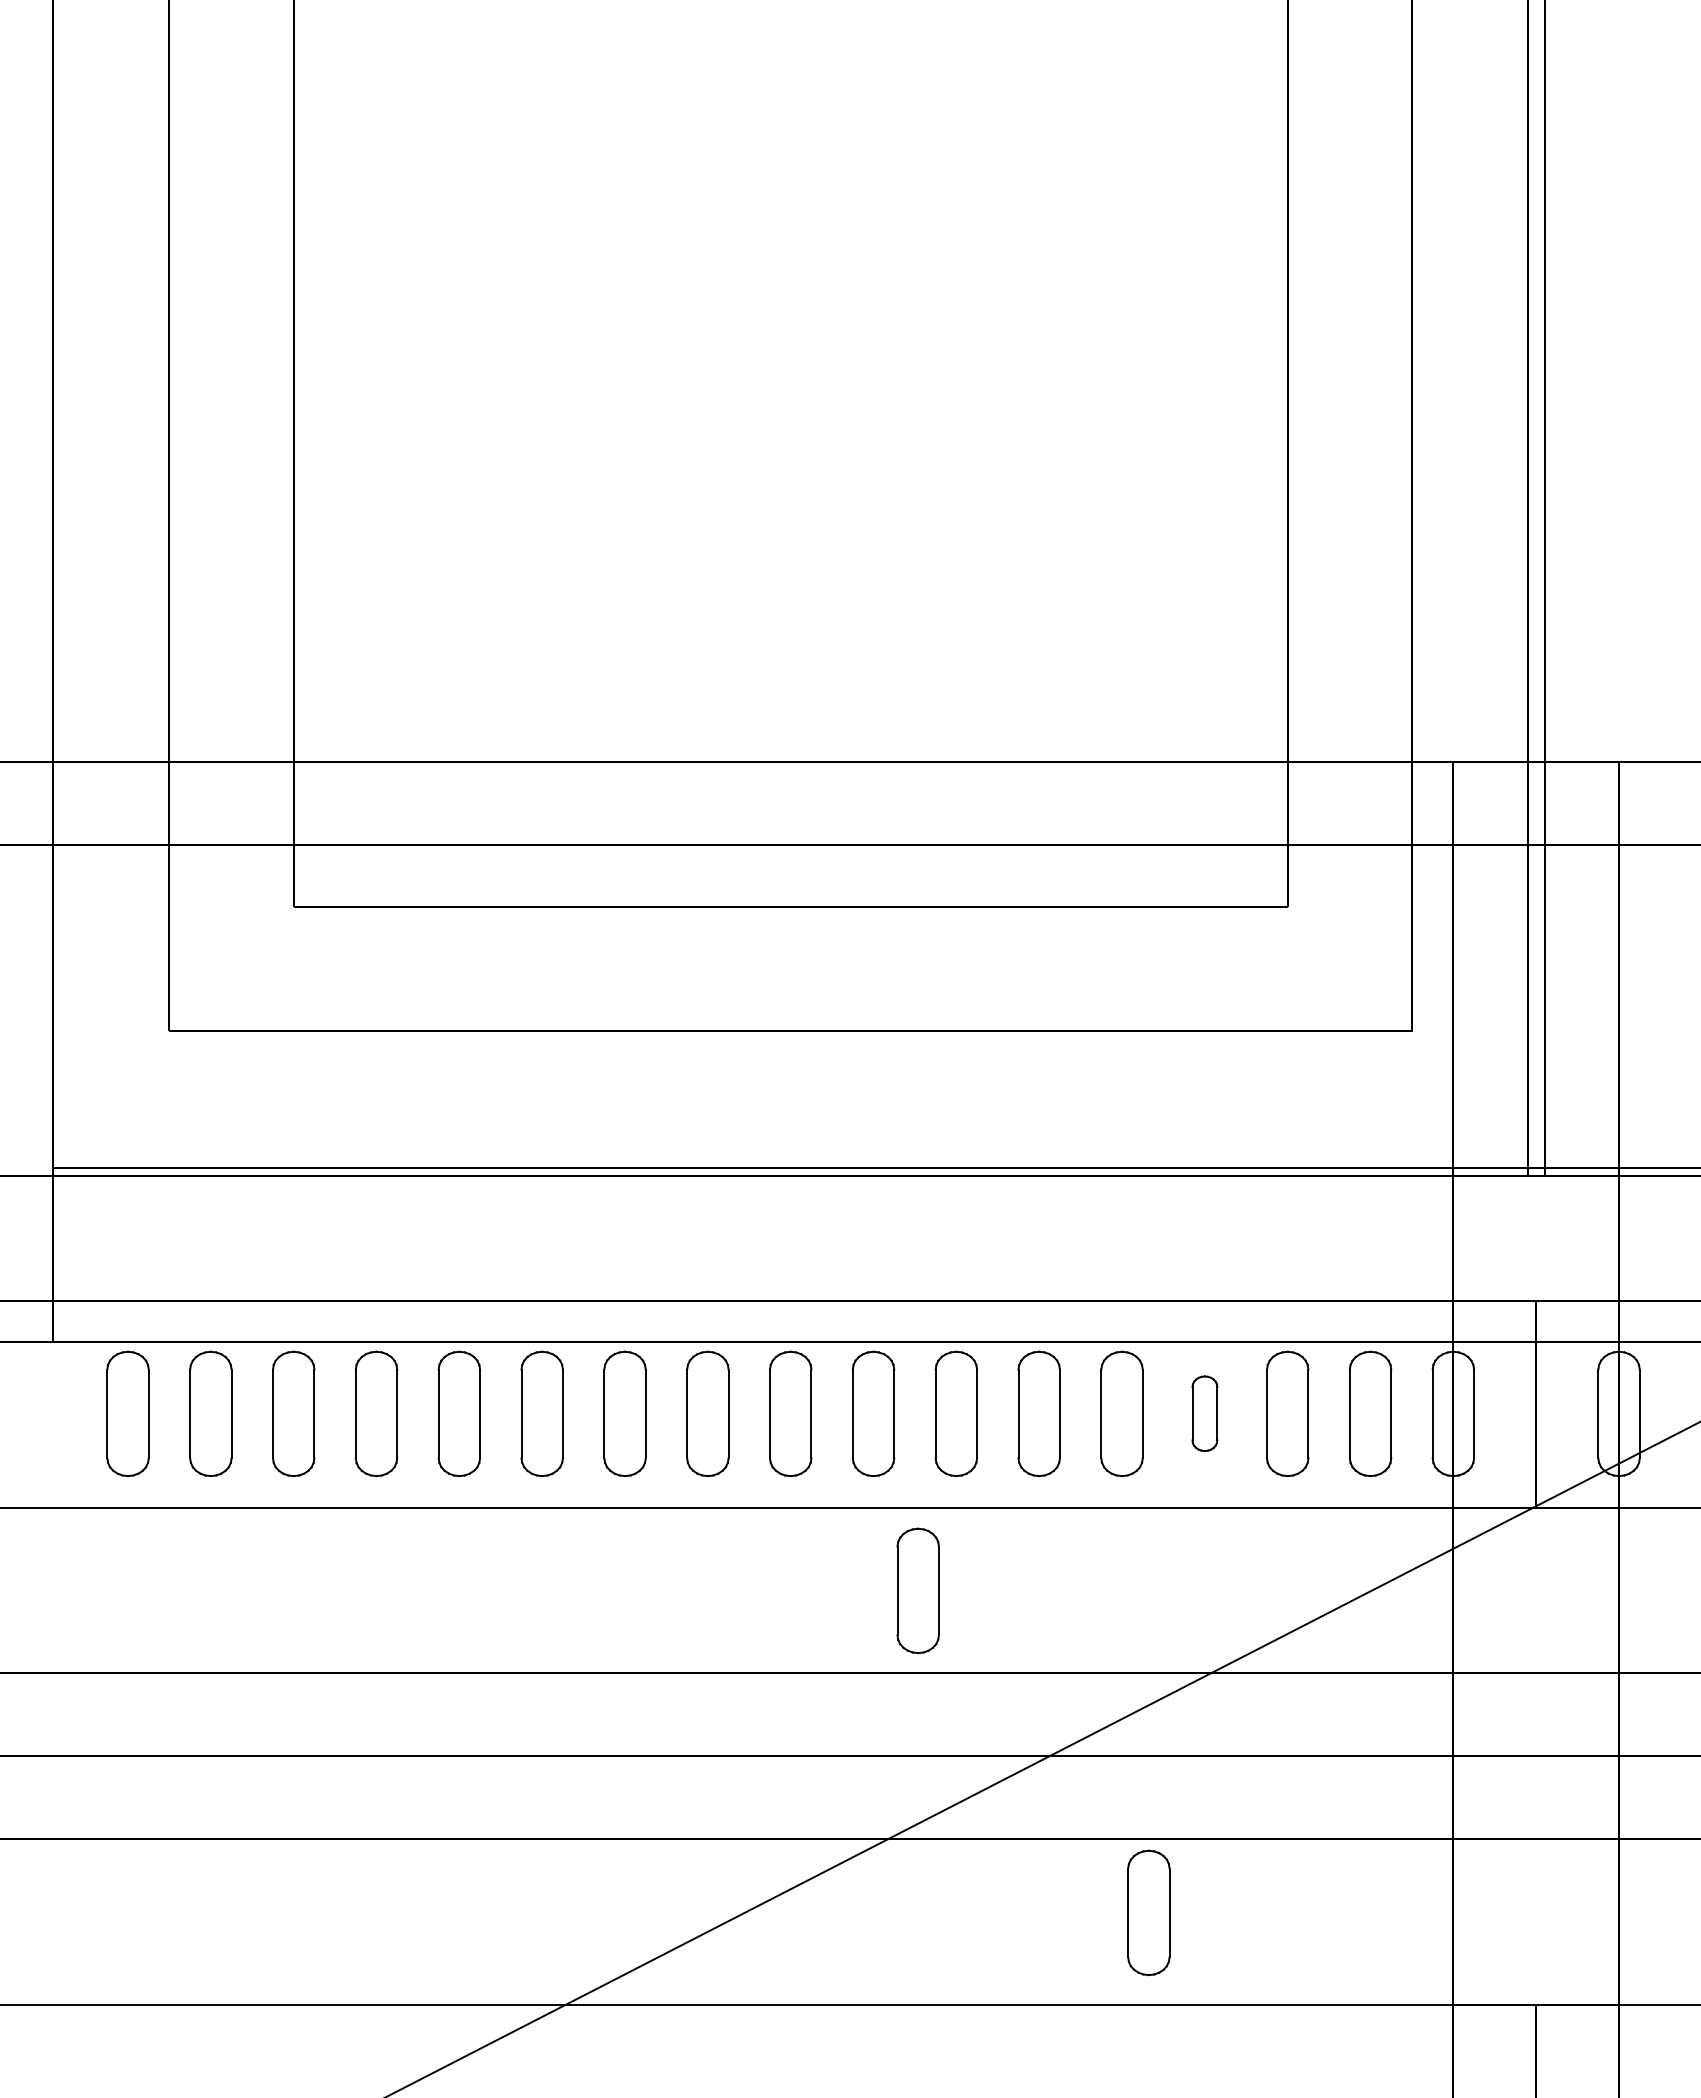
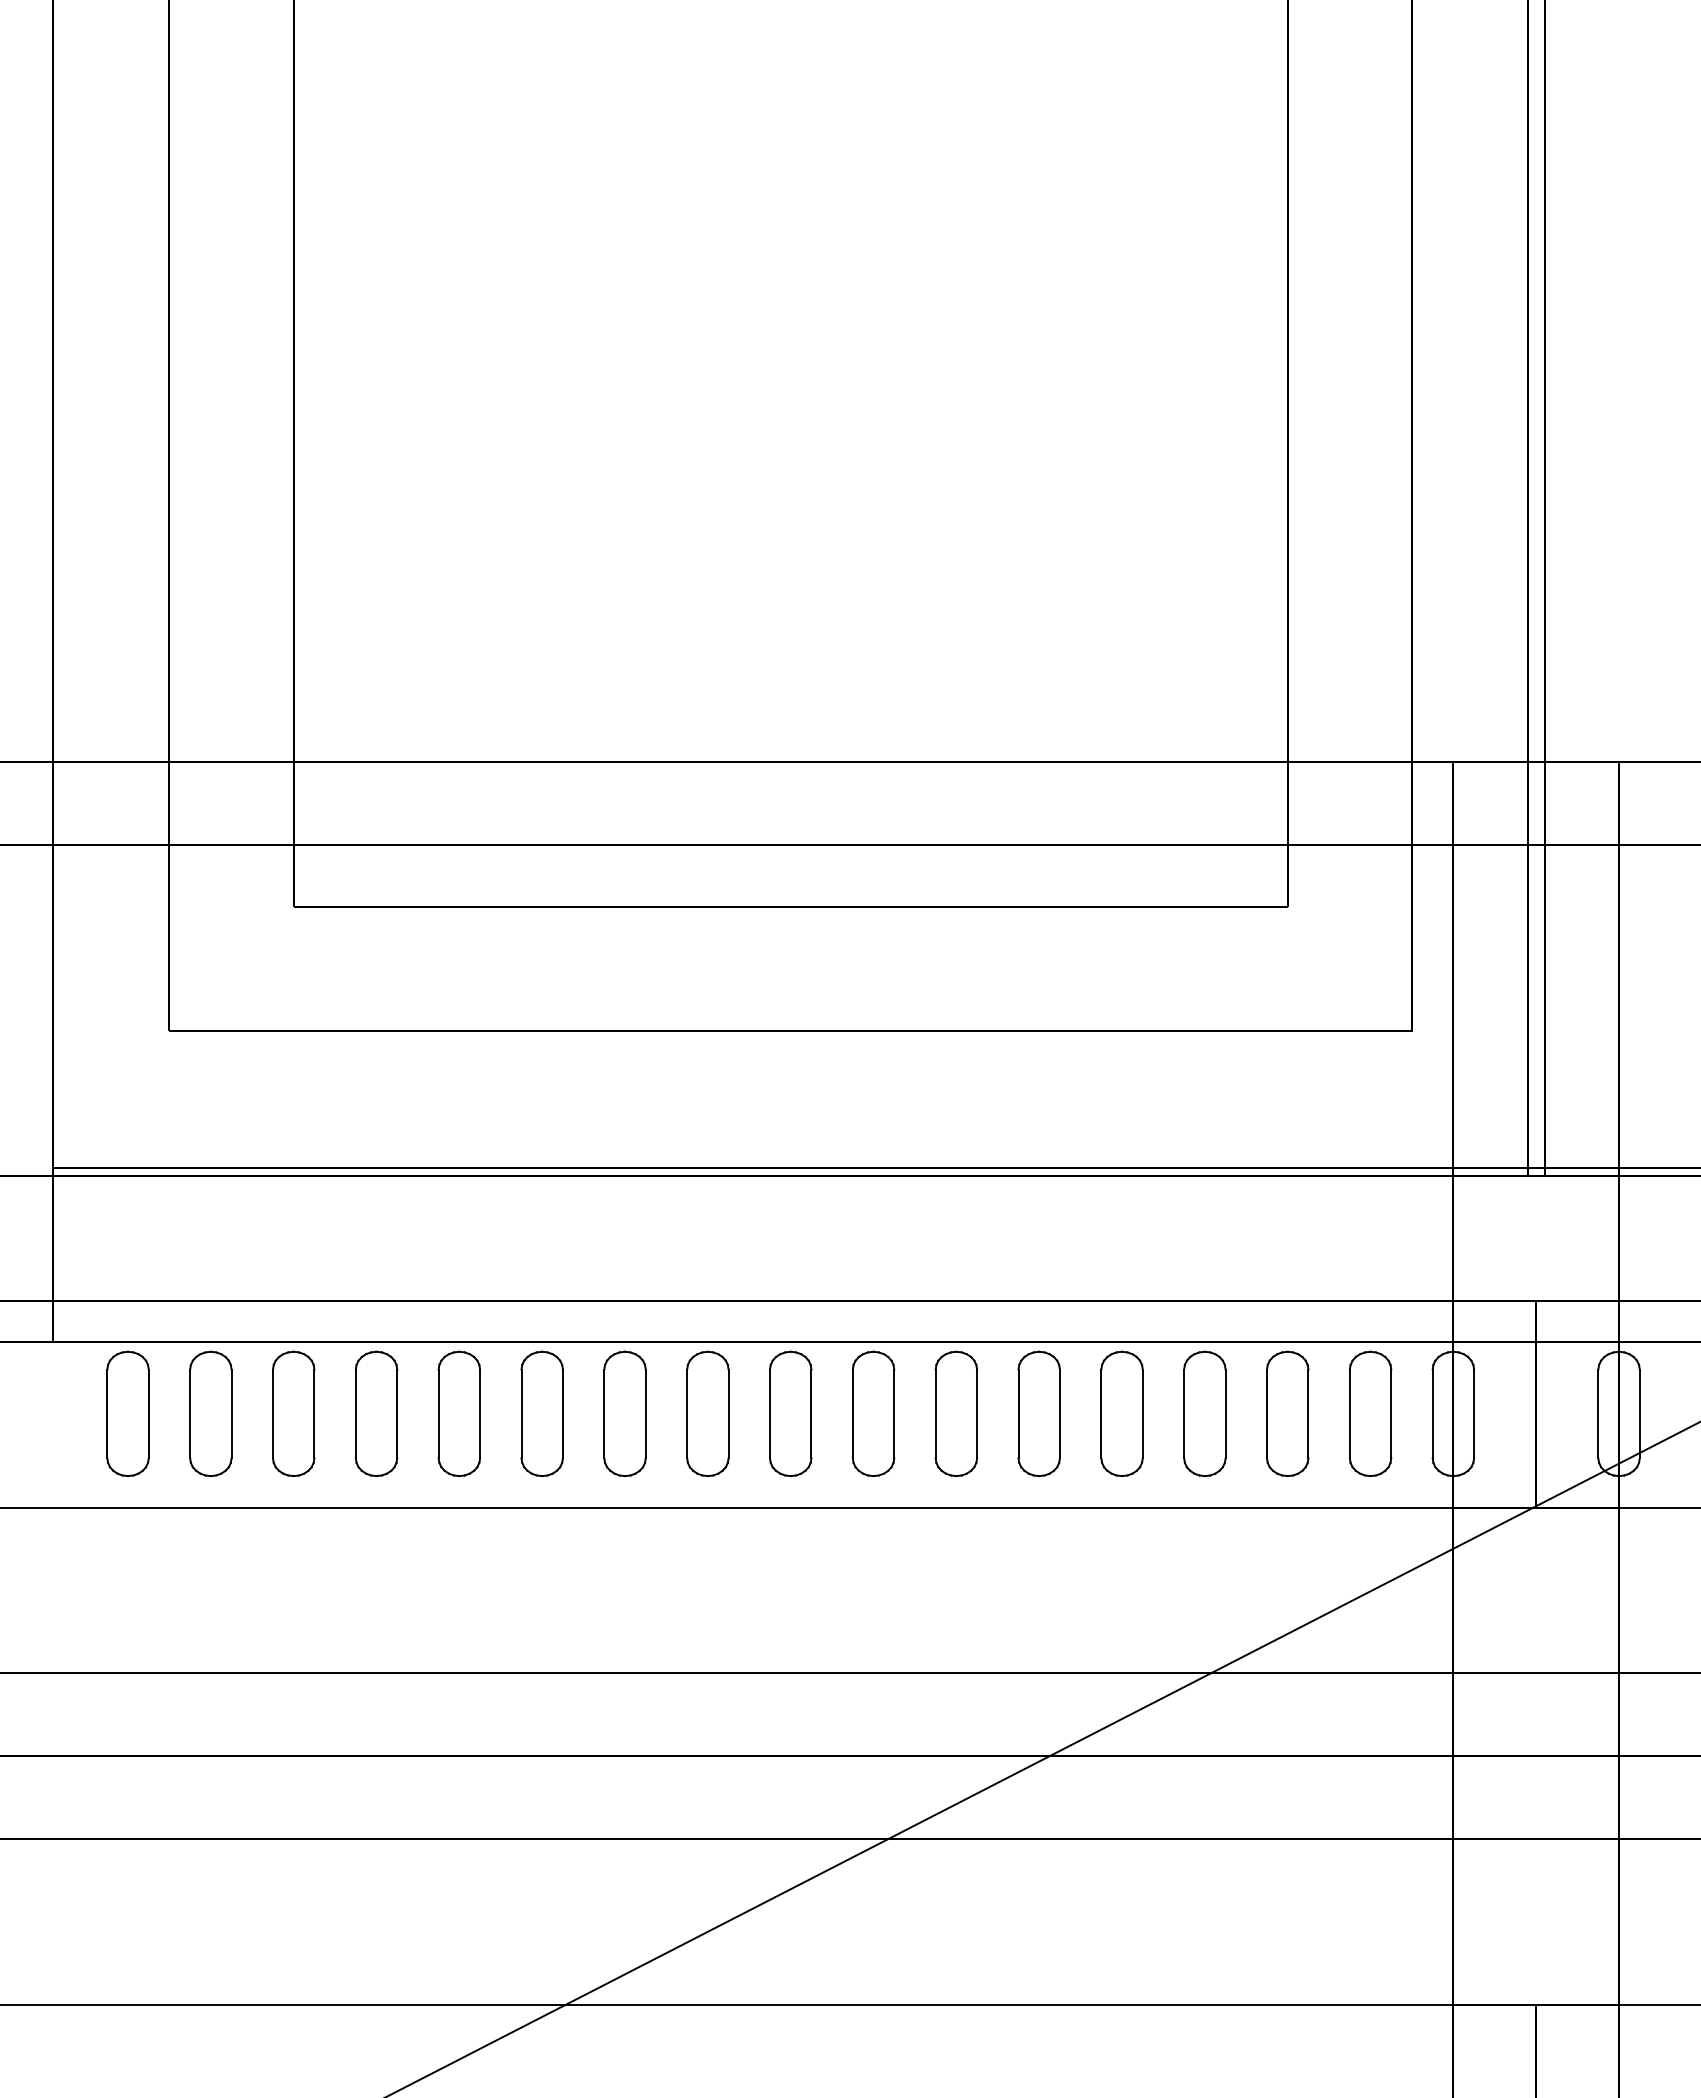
part at (1204, 1413) size: 28x77 px -> 44x127 px
part at (917, 1590): present -> none
part at (1148, 1912): present -> none
